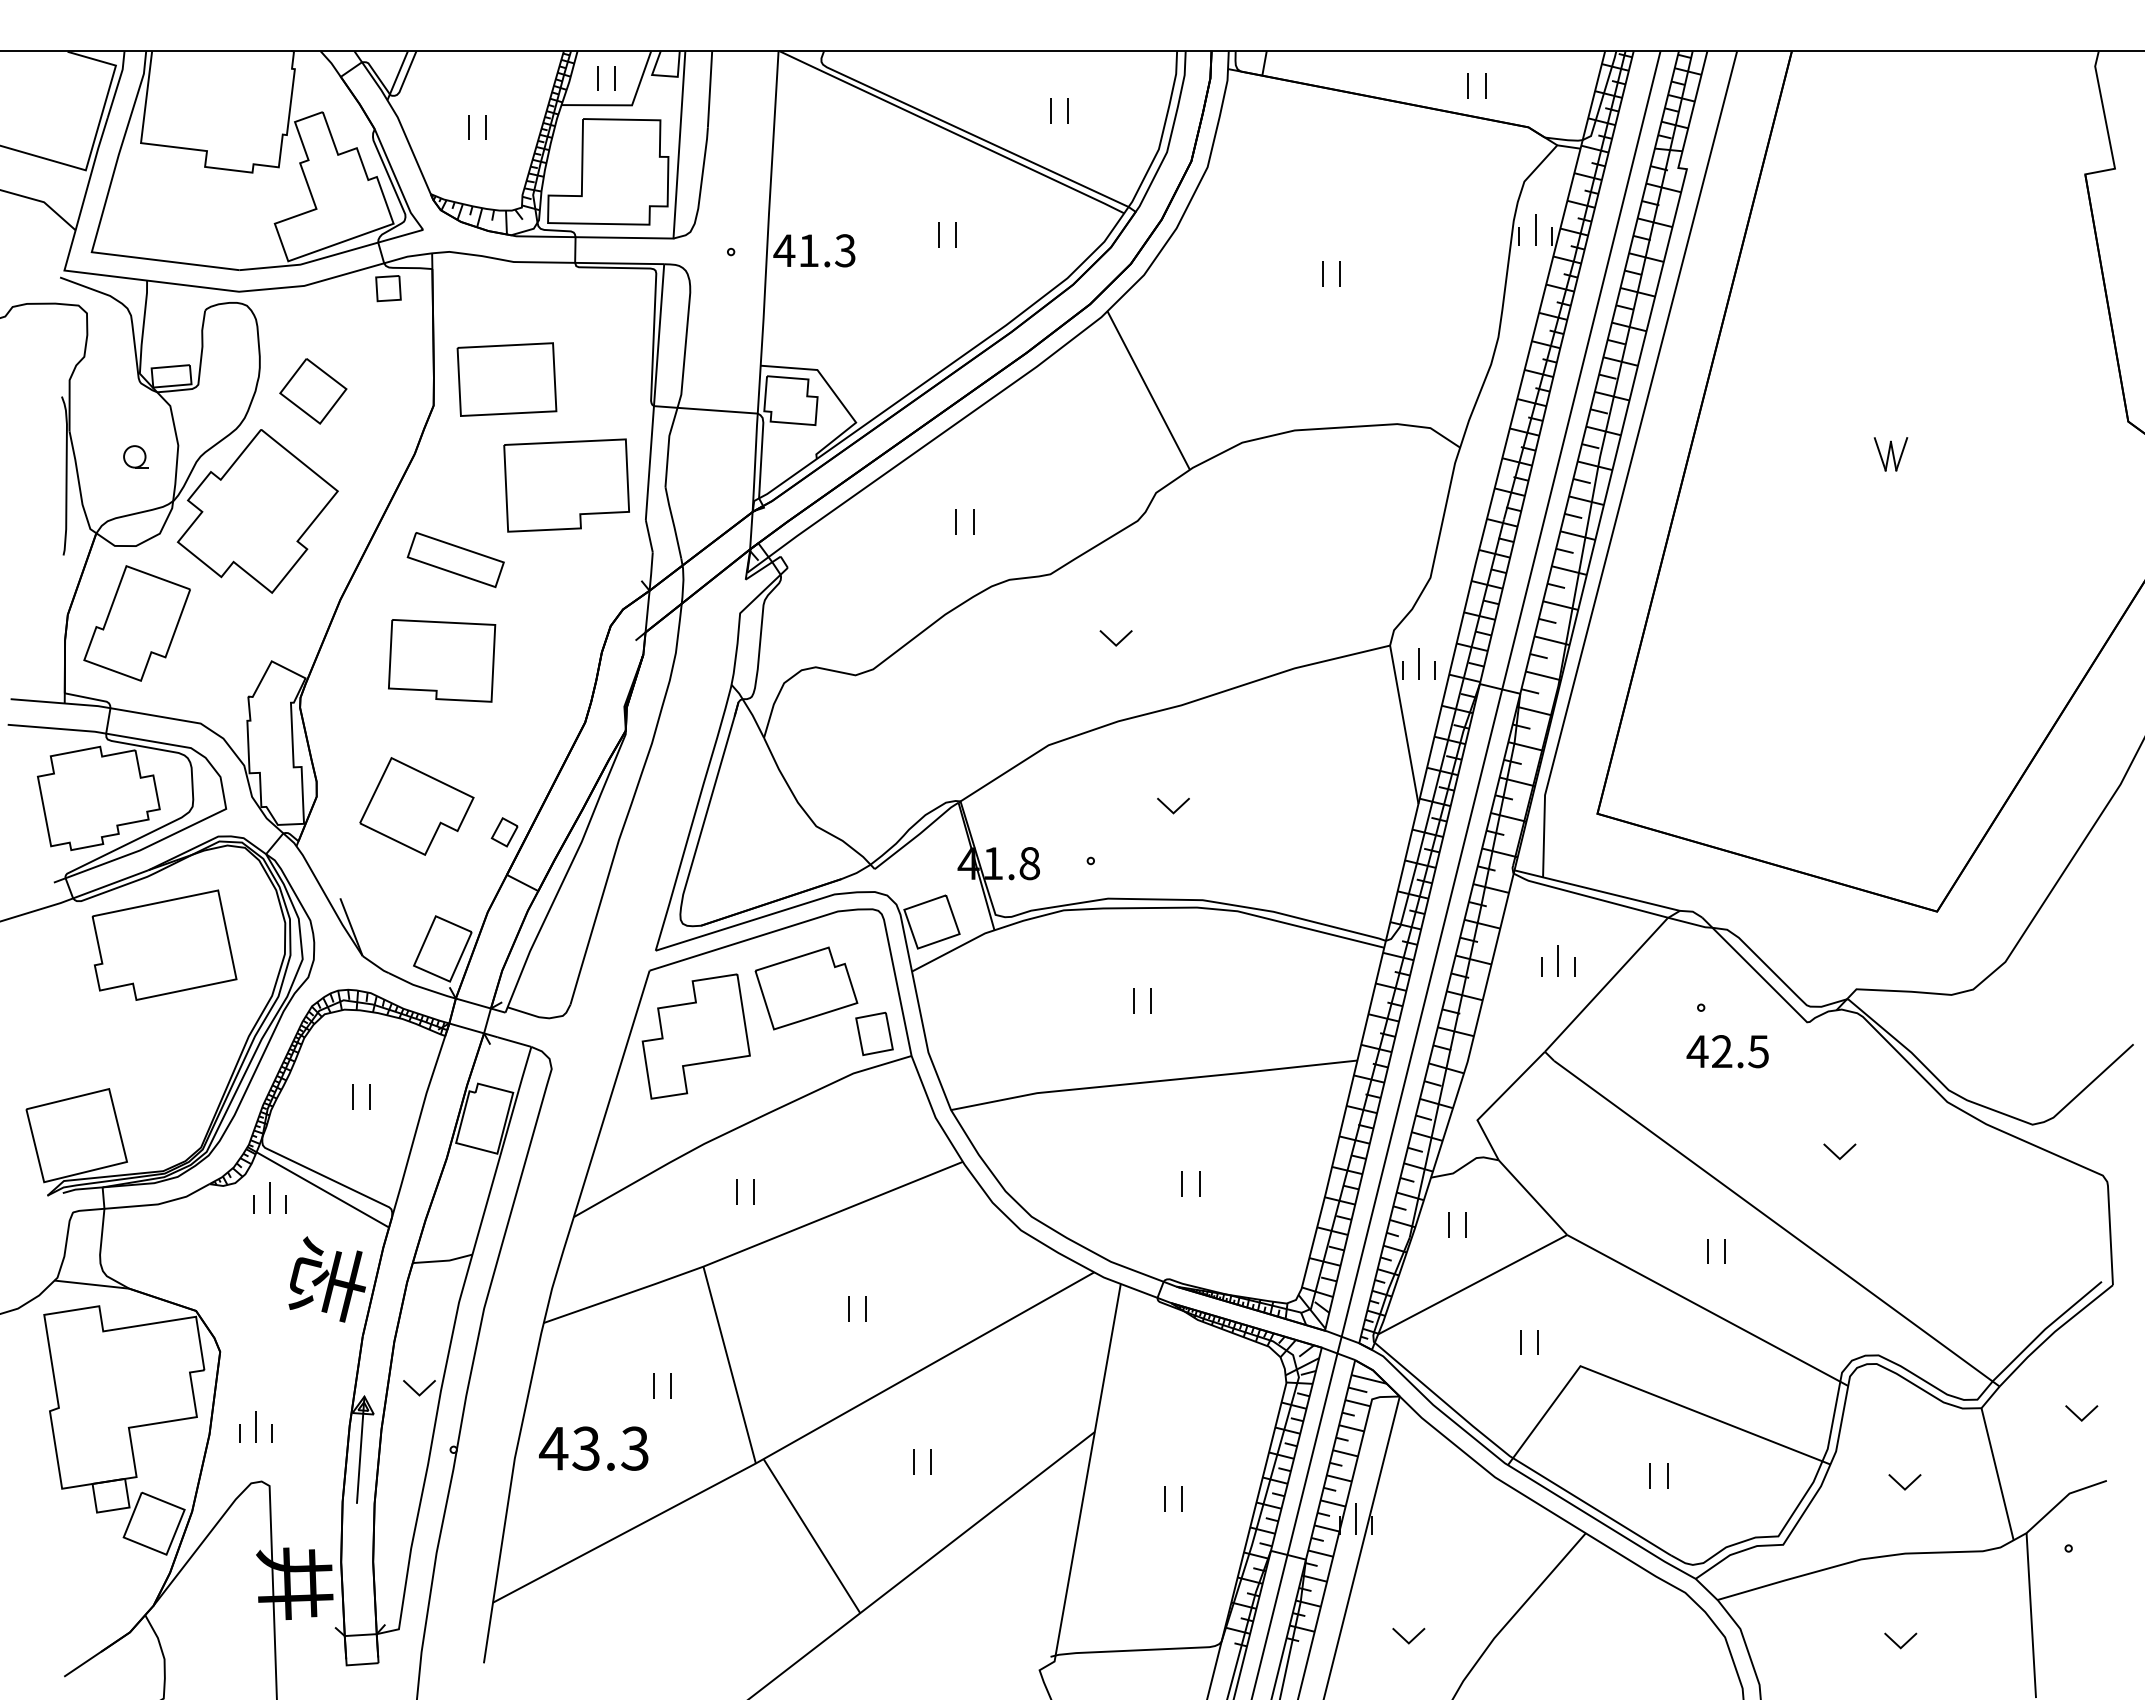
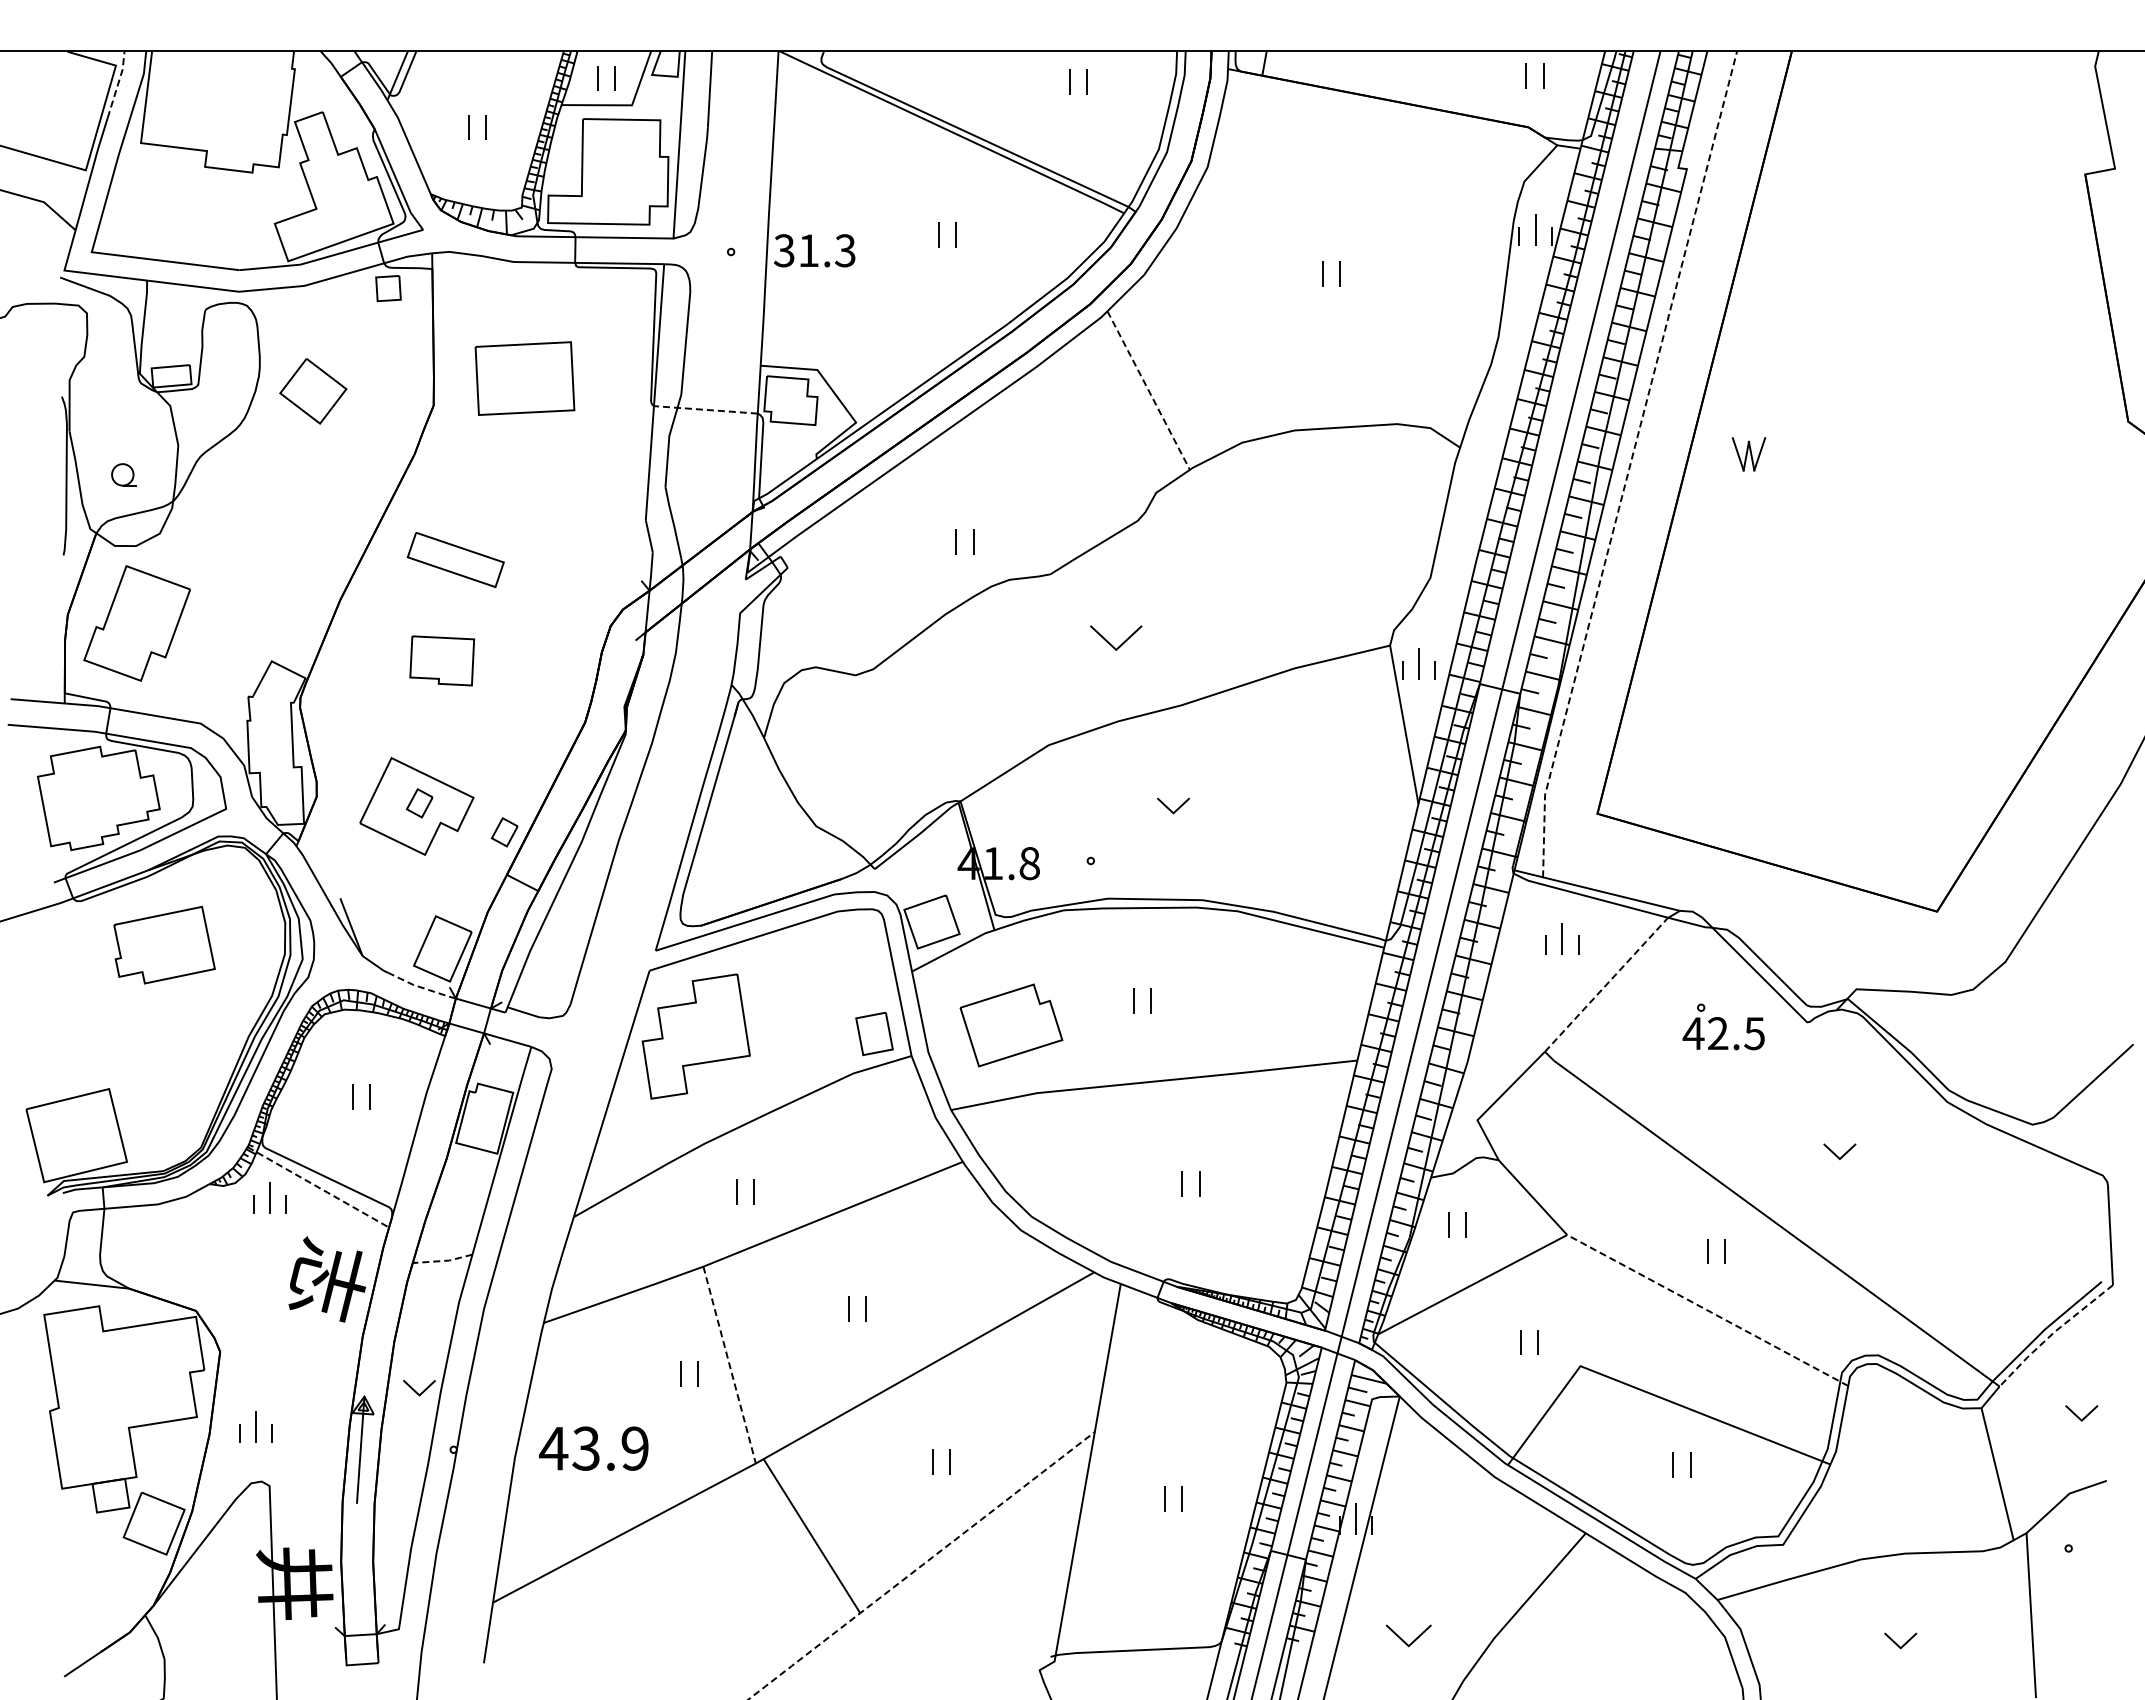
line at (118, 83): solid -> dashed
part at (1468, 85) position: (1468, 85) -> (1526, 75)
part at (1051, 110) position: (1051, 110) -> (1070, 81)
text at (784, 250): 41.3 -> 31.3
part at (506, 379) position: (506, 379) -> (524, 378)
line at (1148, 391): solid -> dashed
line at (705, 409): solid -> dashed
part at (1890, 454) position: (1890, 454) -> (1748, 454)
part at (135, 456) position: (135, 456) -> (123, 474)
line at (1630, 463): solid -> dashed
part at (566, 485): present -> none
part at (257, 511): present -> none
part at (956, 521) position: (956, 521) -> (956, 541)
part at (1115, 638) size: 34x17 px -> 53x26 px
part at (442, 660) size: 109x84 px -> 66x52 px
part at (419, 803): none -> present
part at (164, 944) size: 147x112 px -> 103x80 px
part at (1558, 960) position: (1558, 960) -> (1562, 938)
line at (1606, 985): solid -> dashed
line at (421, 987): solid -> dashed
part at (806, 988) position: (806, 988) -> (1011, 1025)
text at (1727, 1051) position: (1727, 1051) -> (1723, 1033)
line at (318, 1187): solid -> dashed
line at (443, 1260): solid -> dashed
line at (1708, 1310): solid -> dashed
line at (2053, 1333): solid -> dashed
line at (729, 1365): solid -> dashed
part at (654, 1385) position: (654, 1385) -> (681, 1373)
text at (634, 1448): 43.3 -> 43.9
part at (914, 1461) position: (914, 1461) -> (933, 1461)
part at (1650, 1475) position: (1650, 1475) -> (1673, 1464)
part at (1904, 1482): present -> none
line at (921, 1566): solid -> dashed
part at (1408, 1636) size: 34x17 px -> 47x24 px
